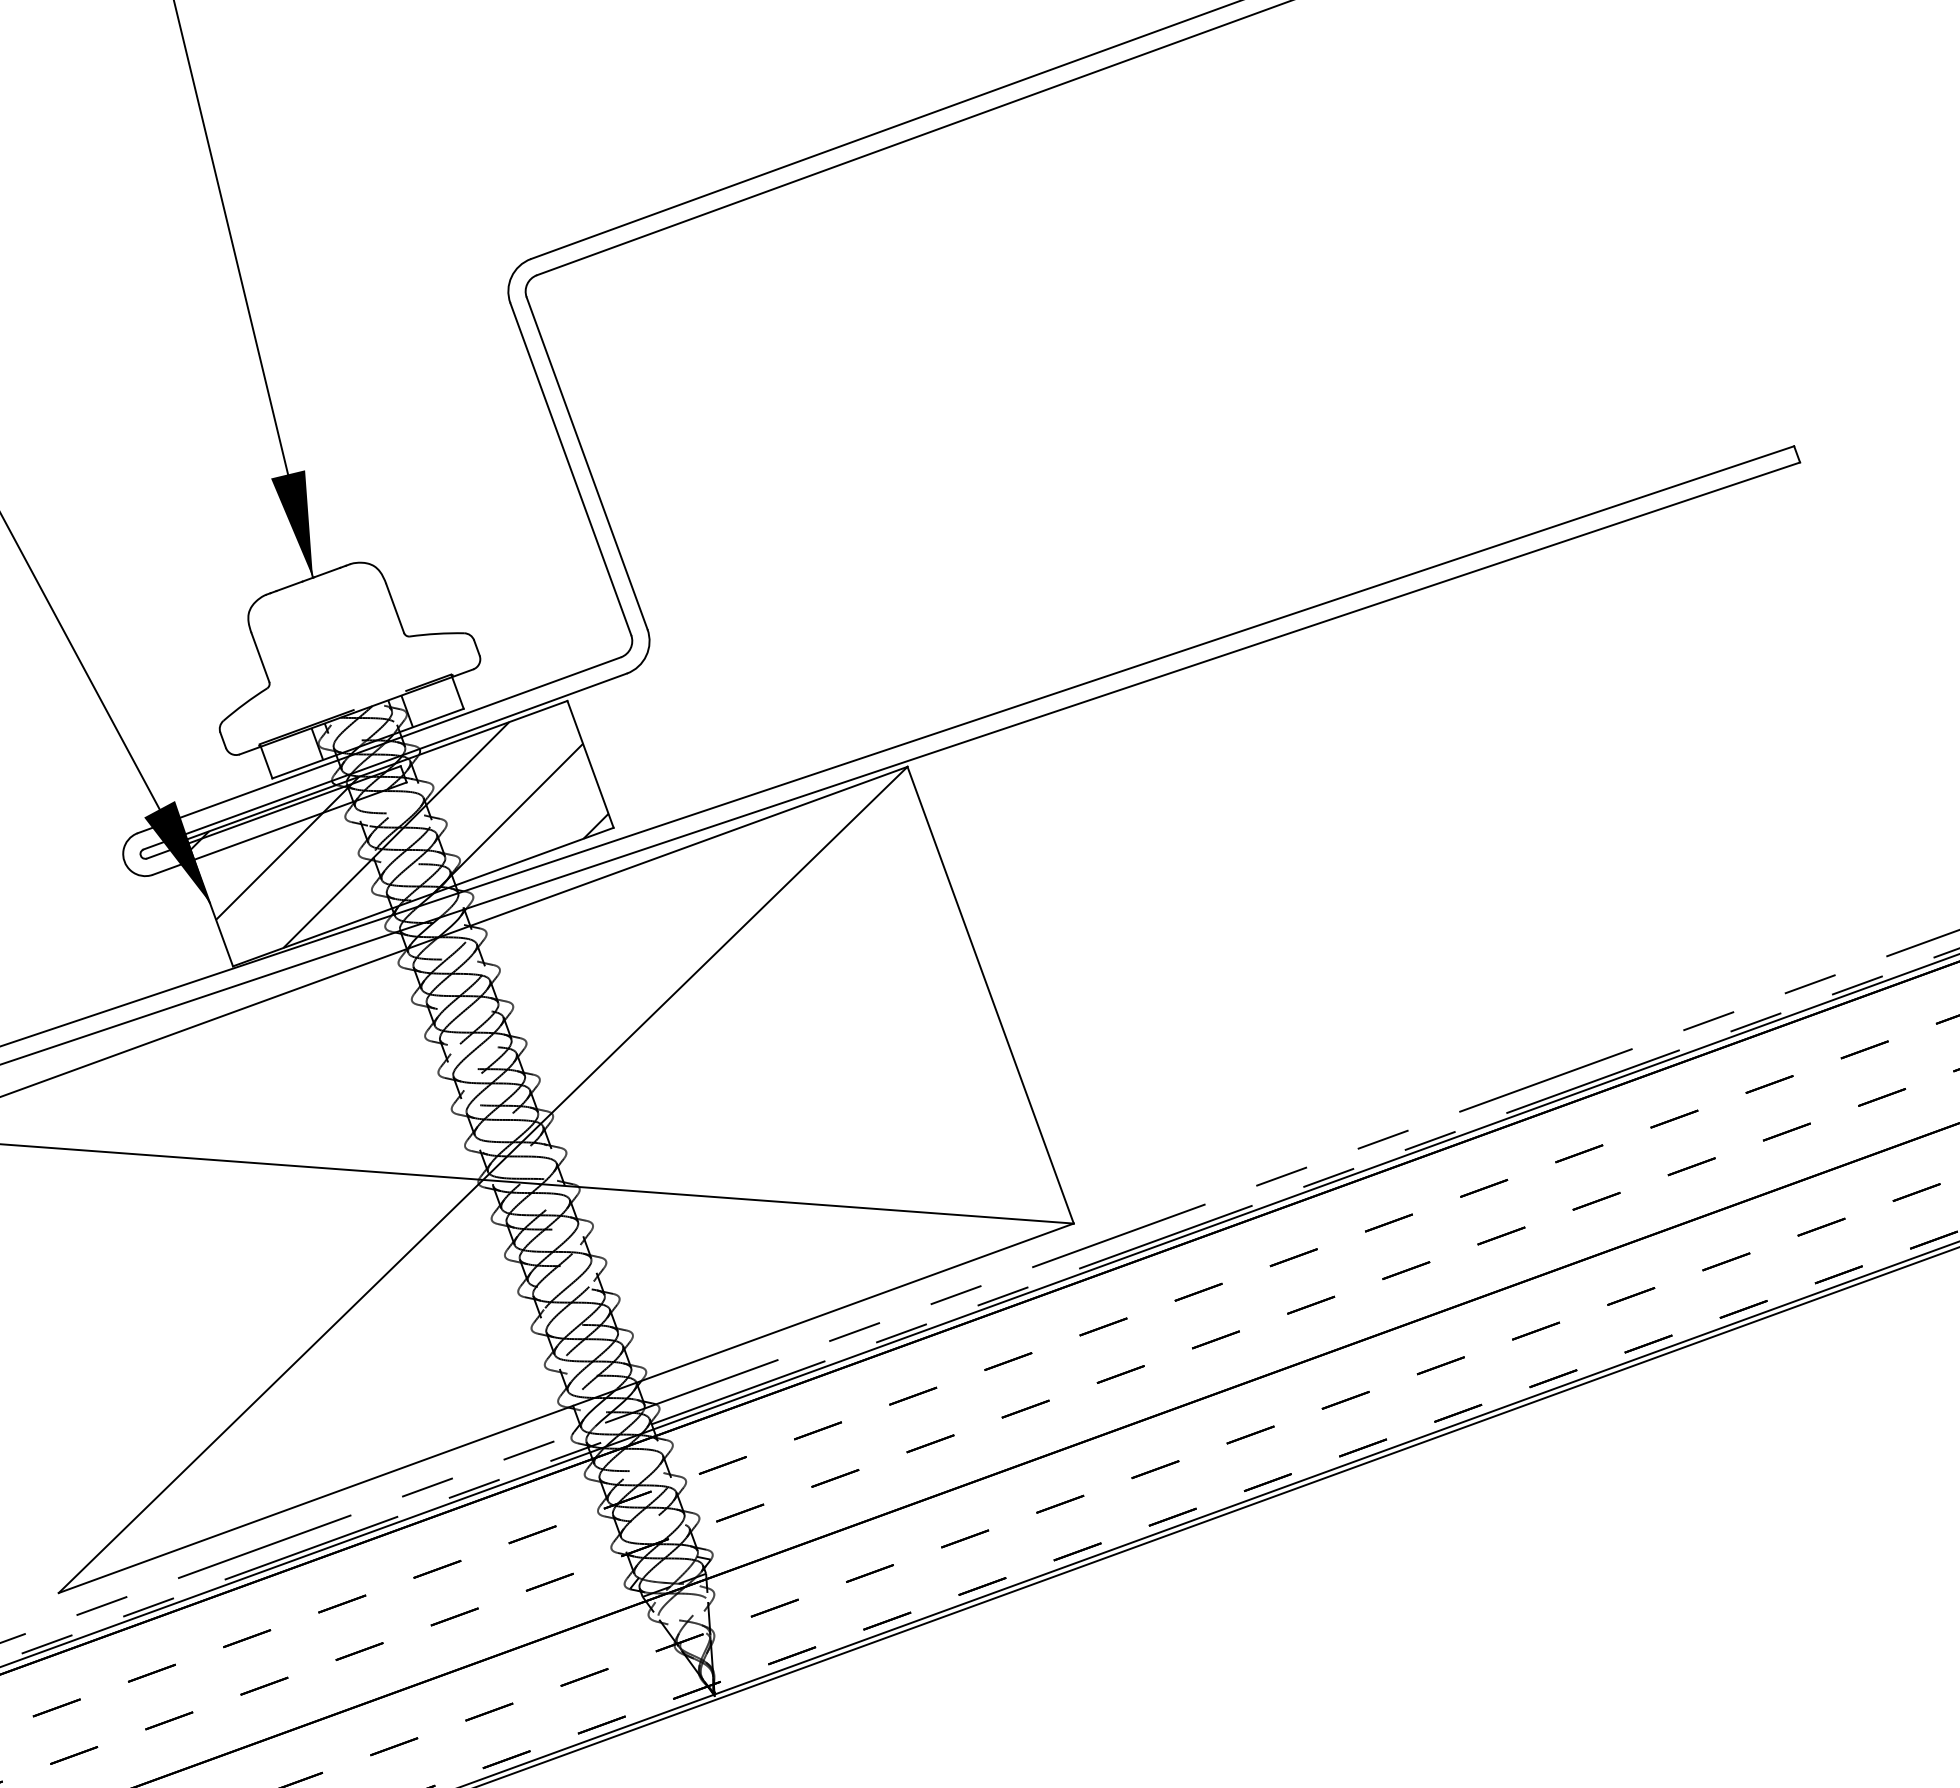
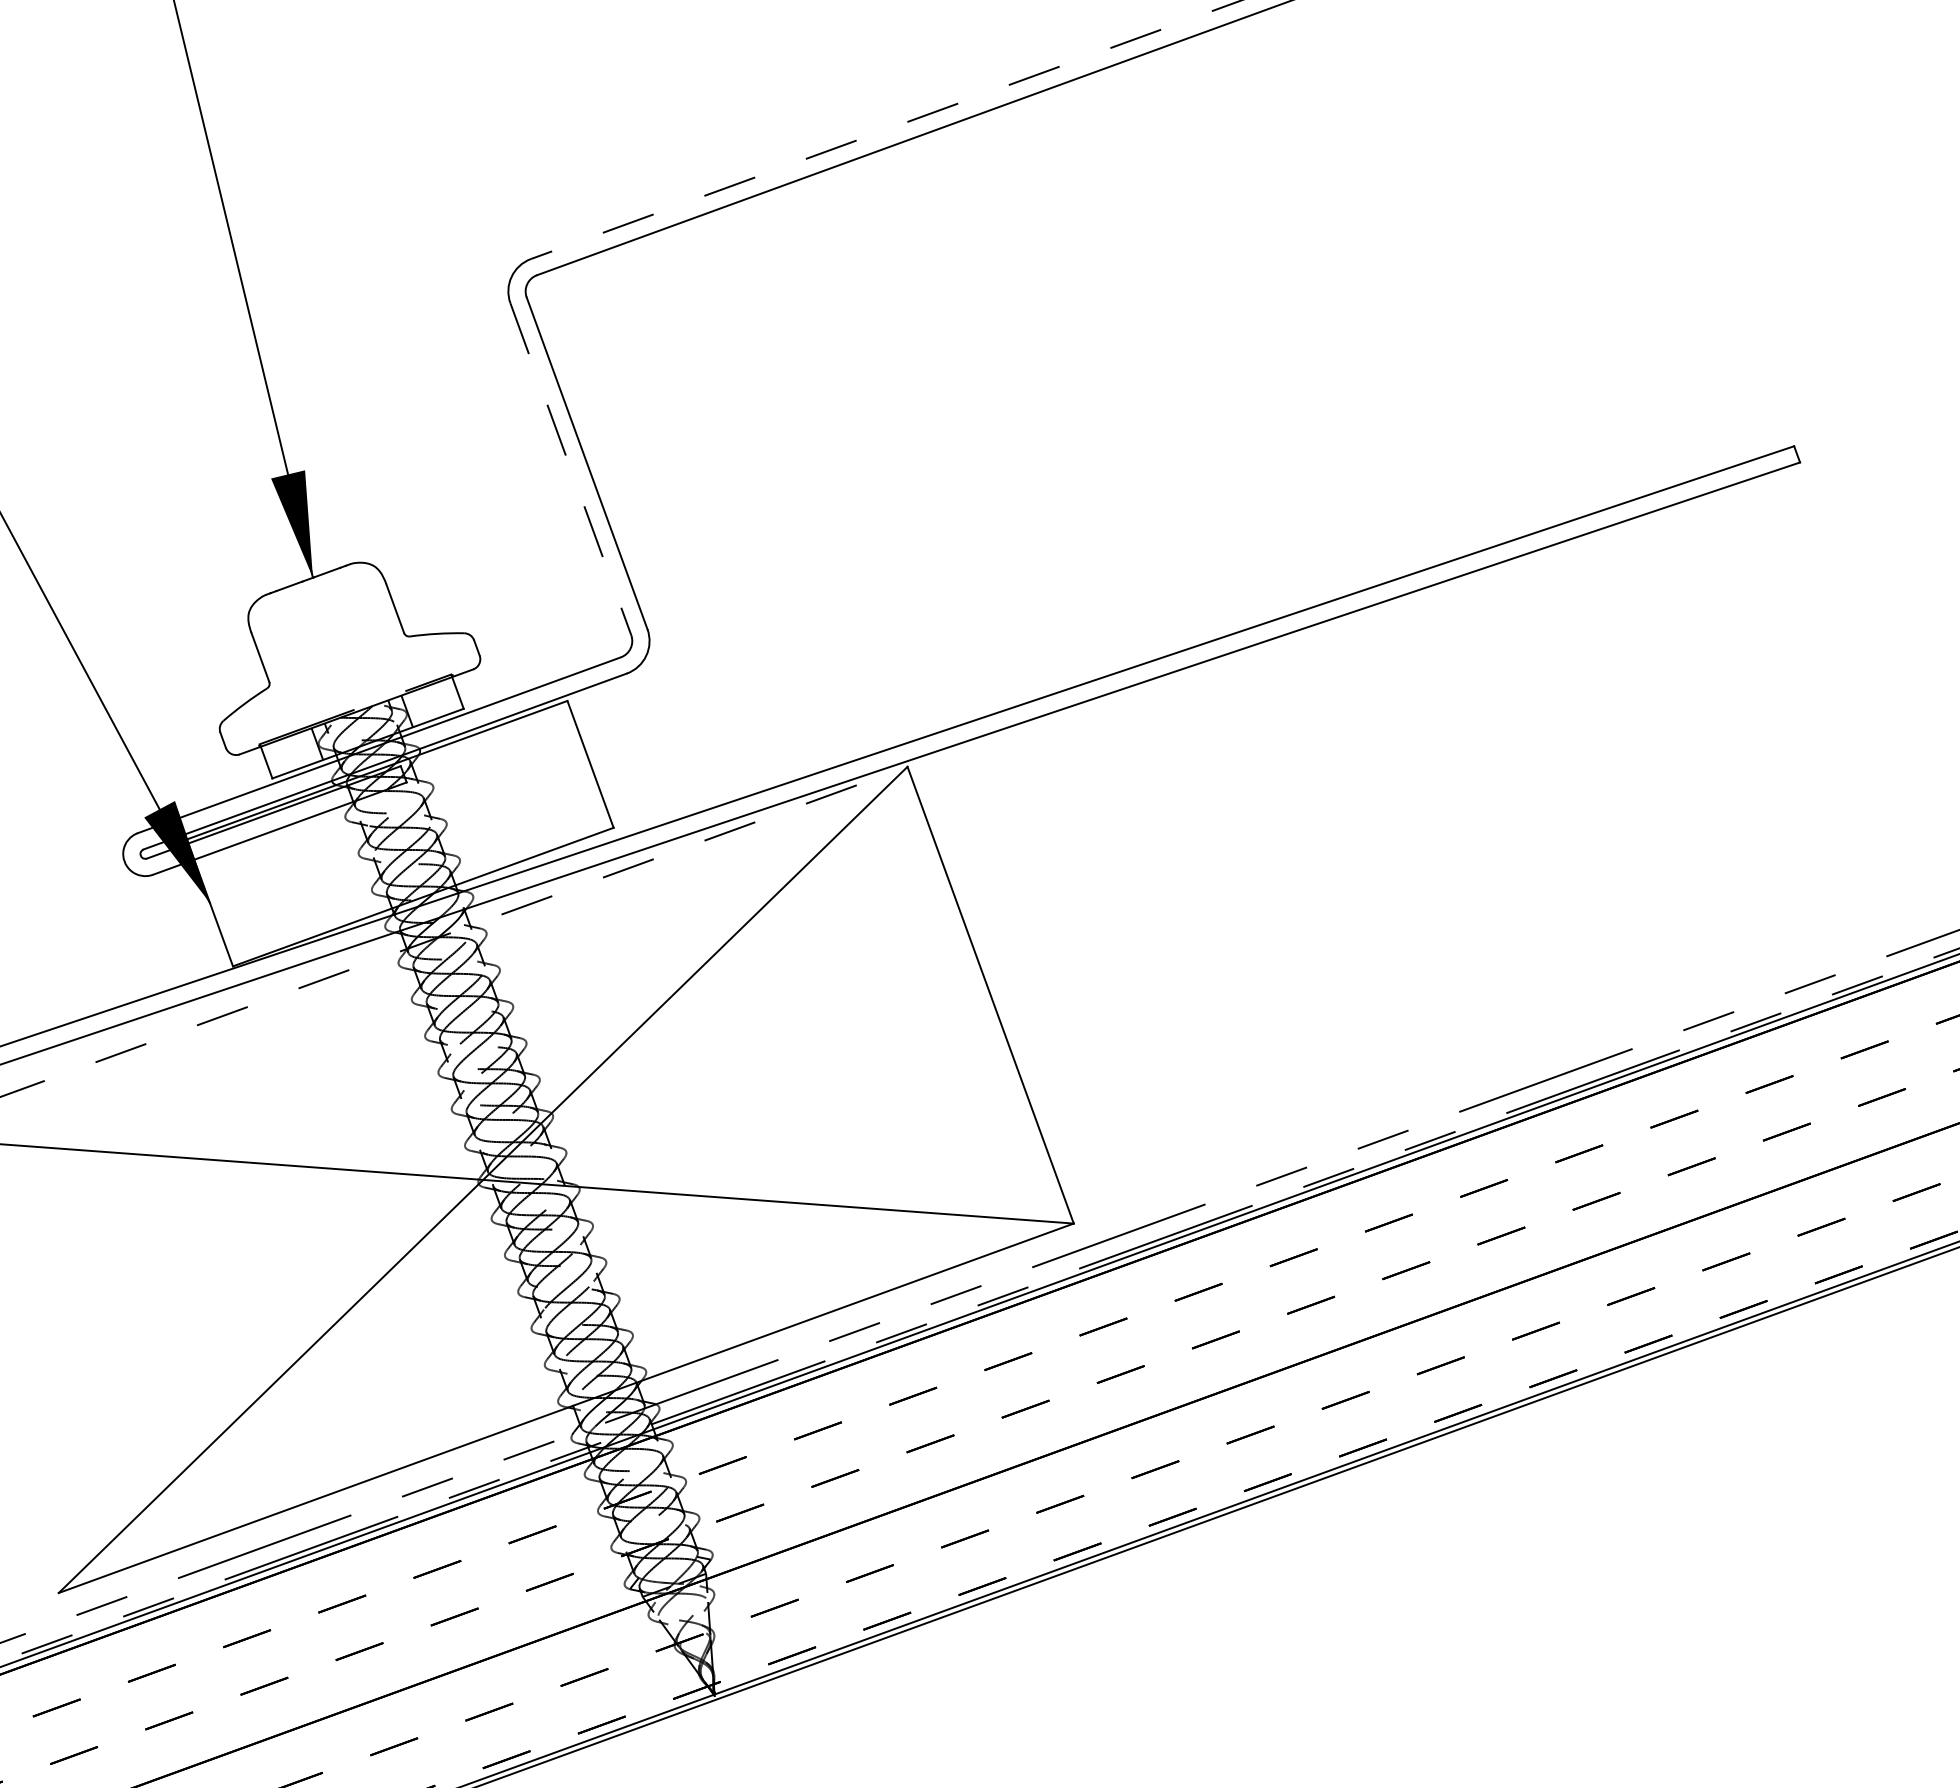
line at (886, 129): solid -> dashed
line at (570, 469): solid -> dashed
hatch at (399, 835): present -> none
line at (454, 931): solid -> dashed
